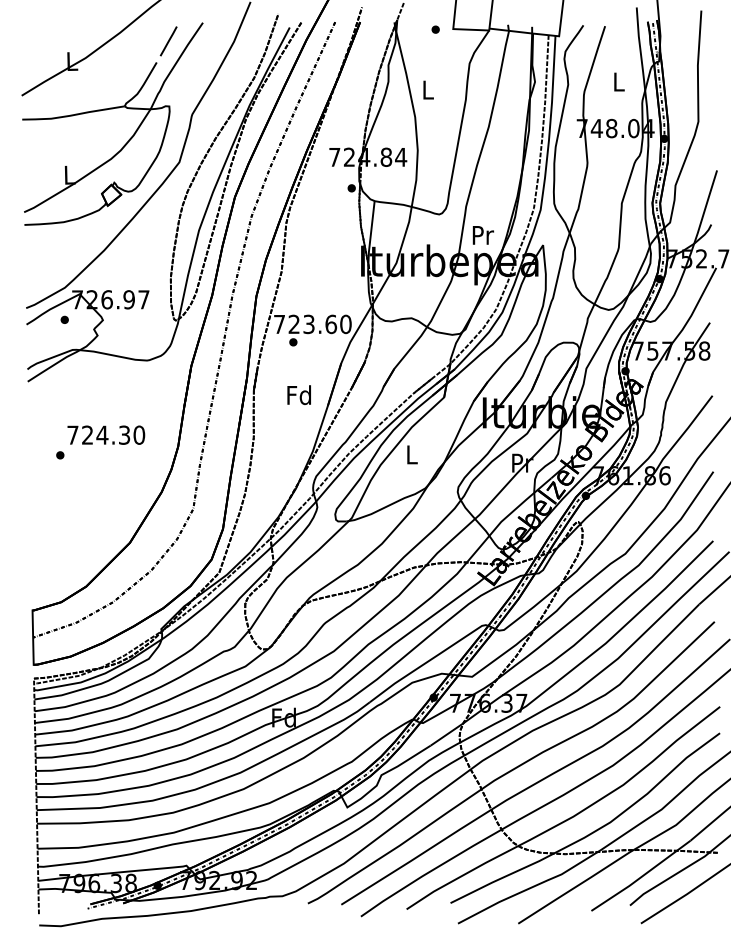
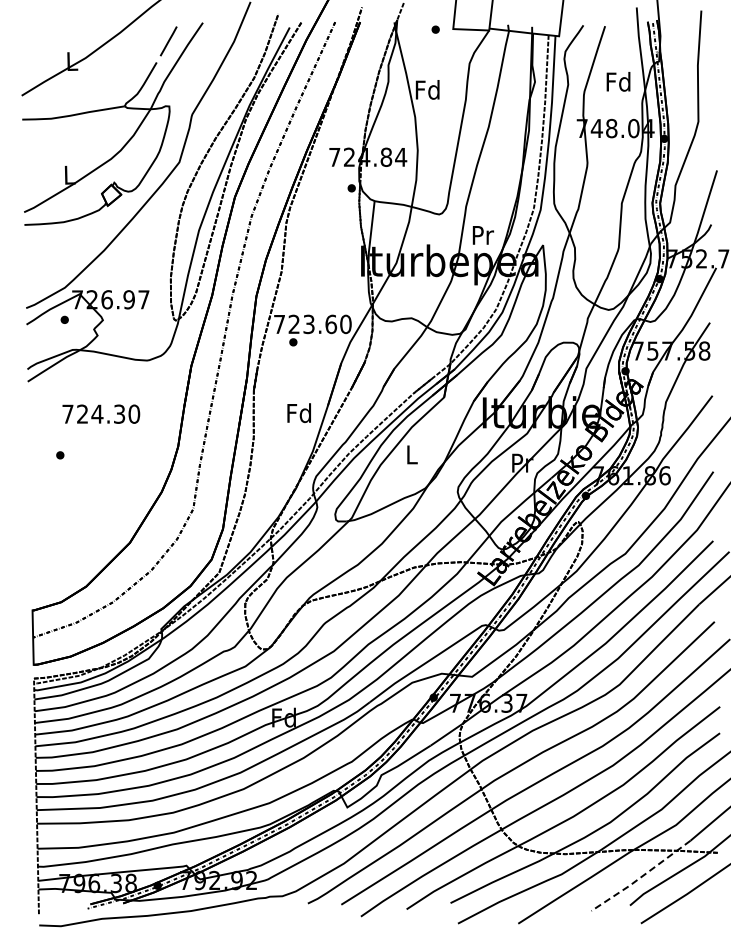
text at (618, 81): L -> Fd
text at (427, 89): L -> Fd
text at (298, 394) position: (298, 394) -> (298, 412)
text at (106, 434) position: (106, 434) -> (101, 413)
line at (641, 877): solid -> dashed
